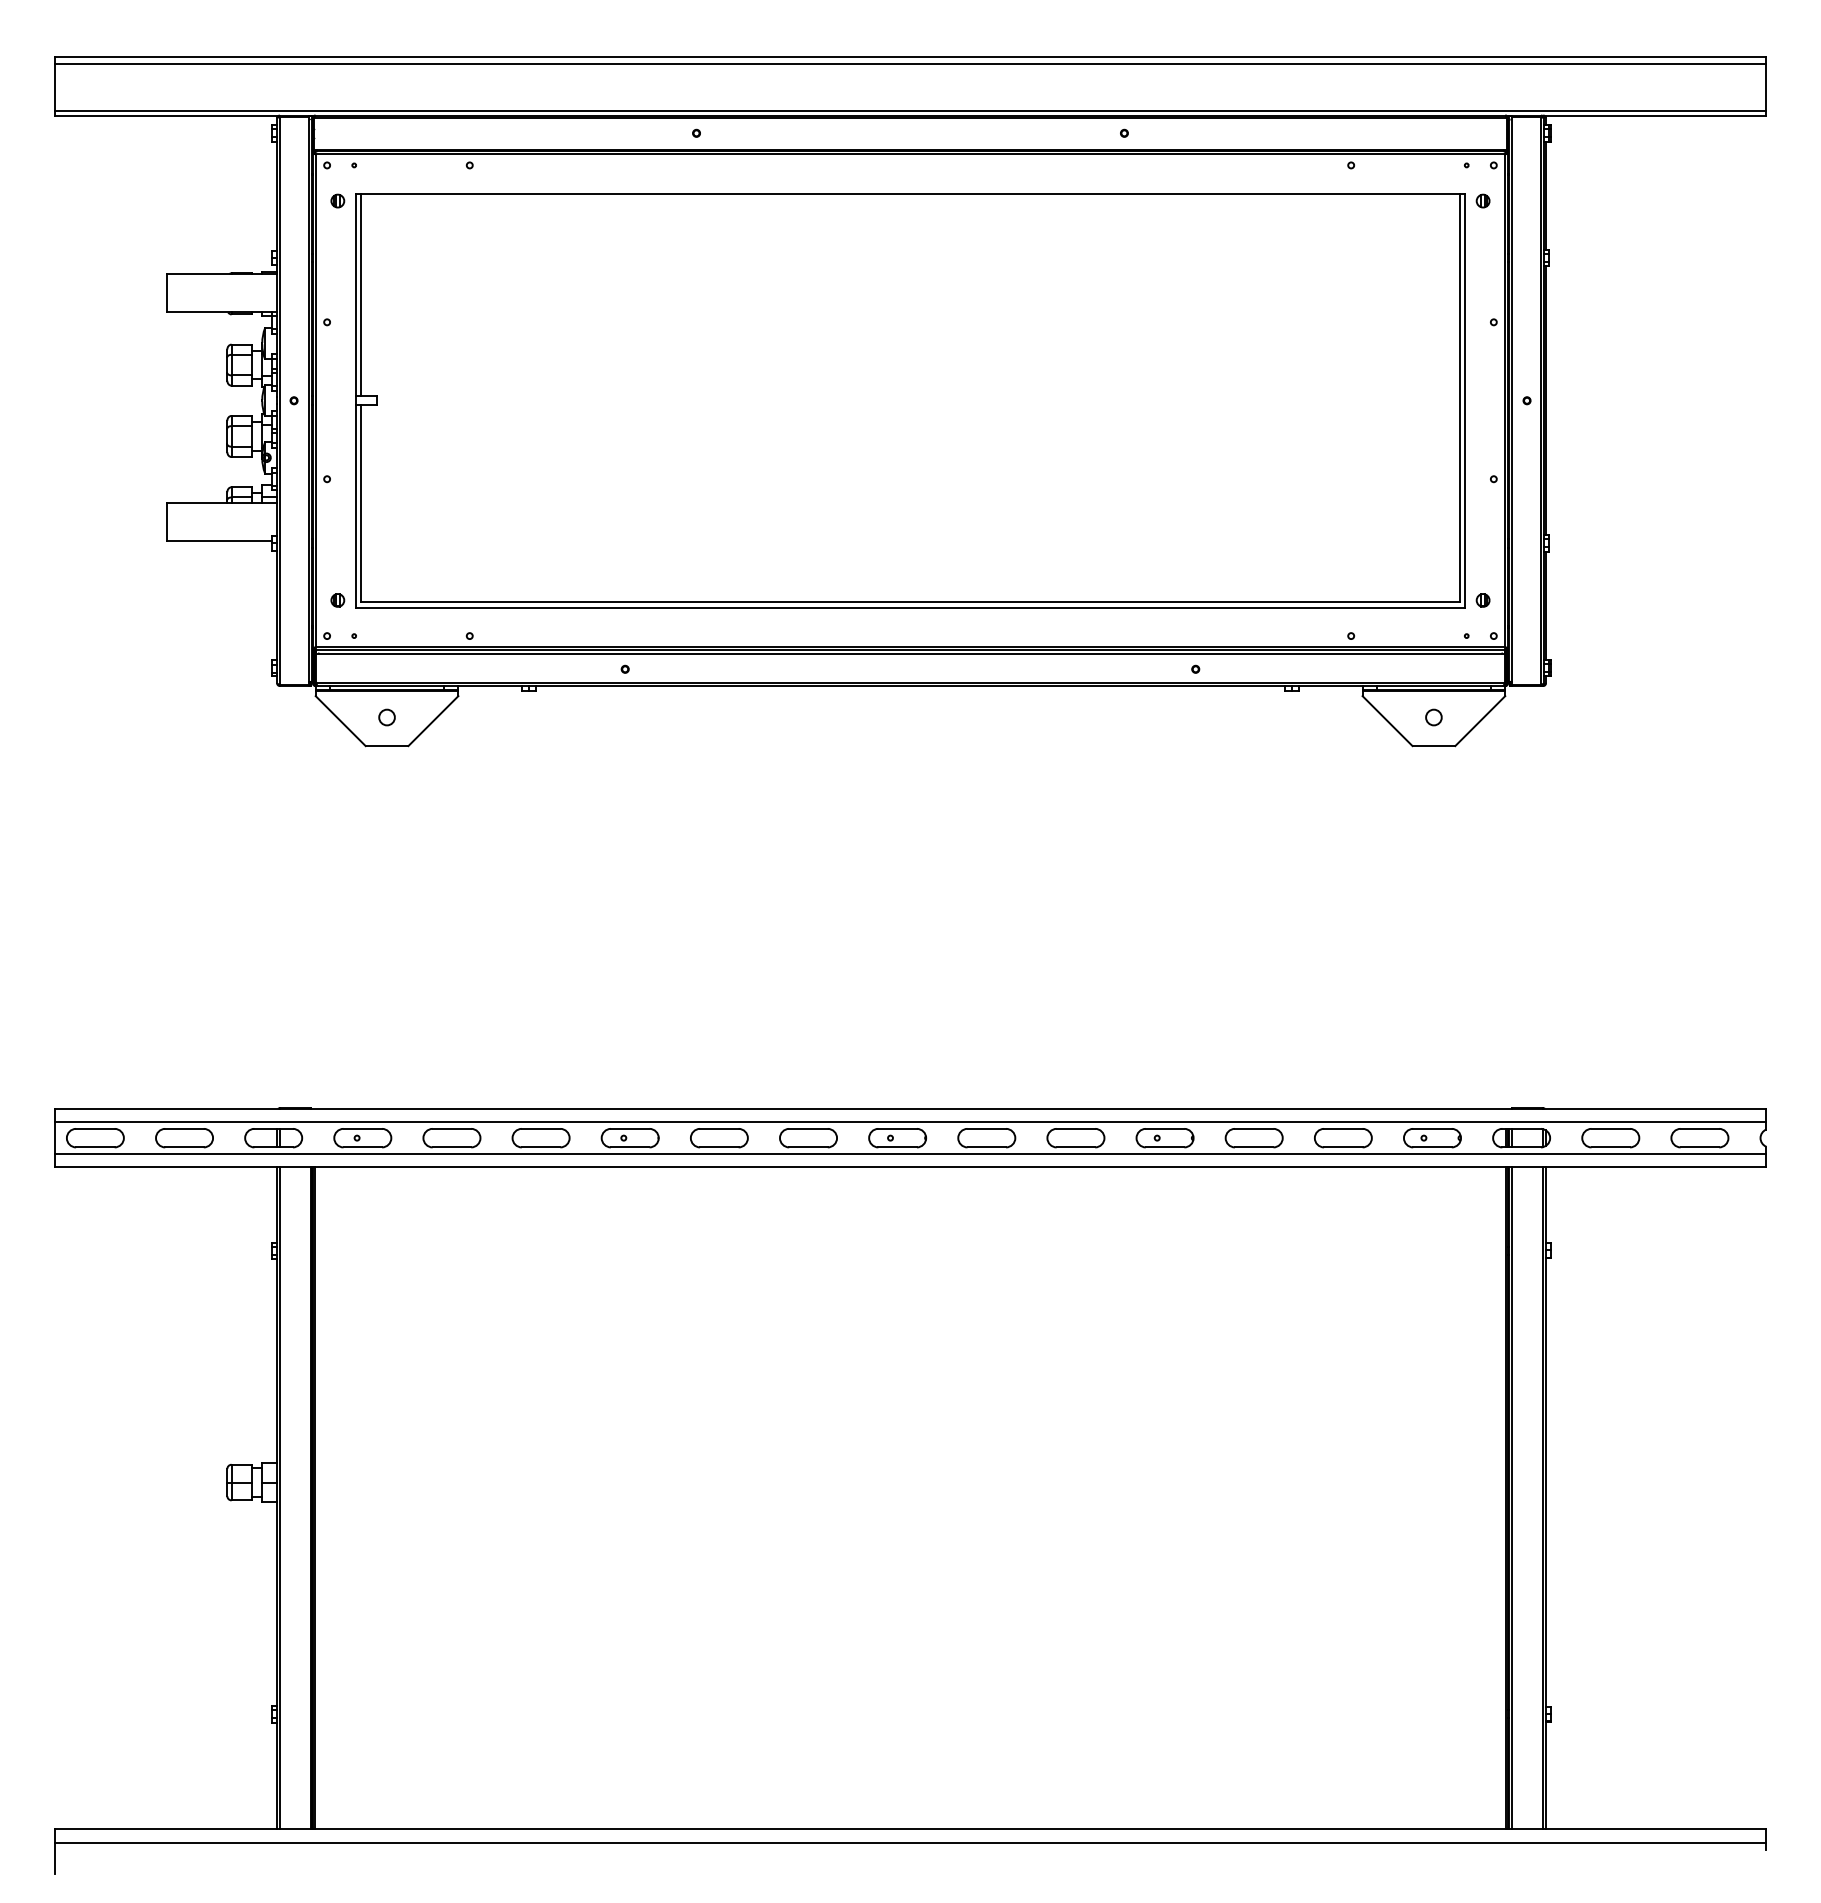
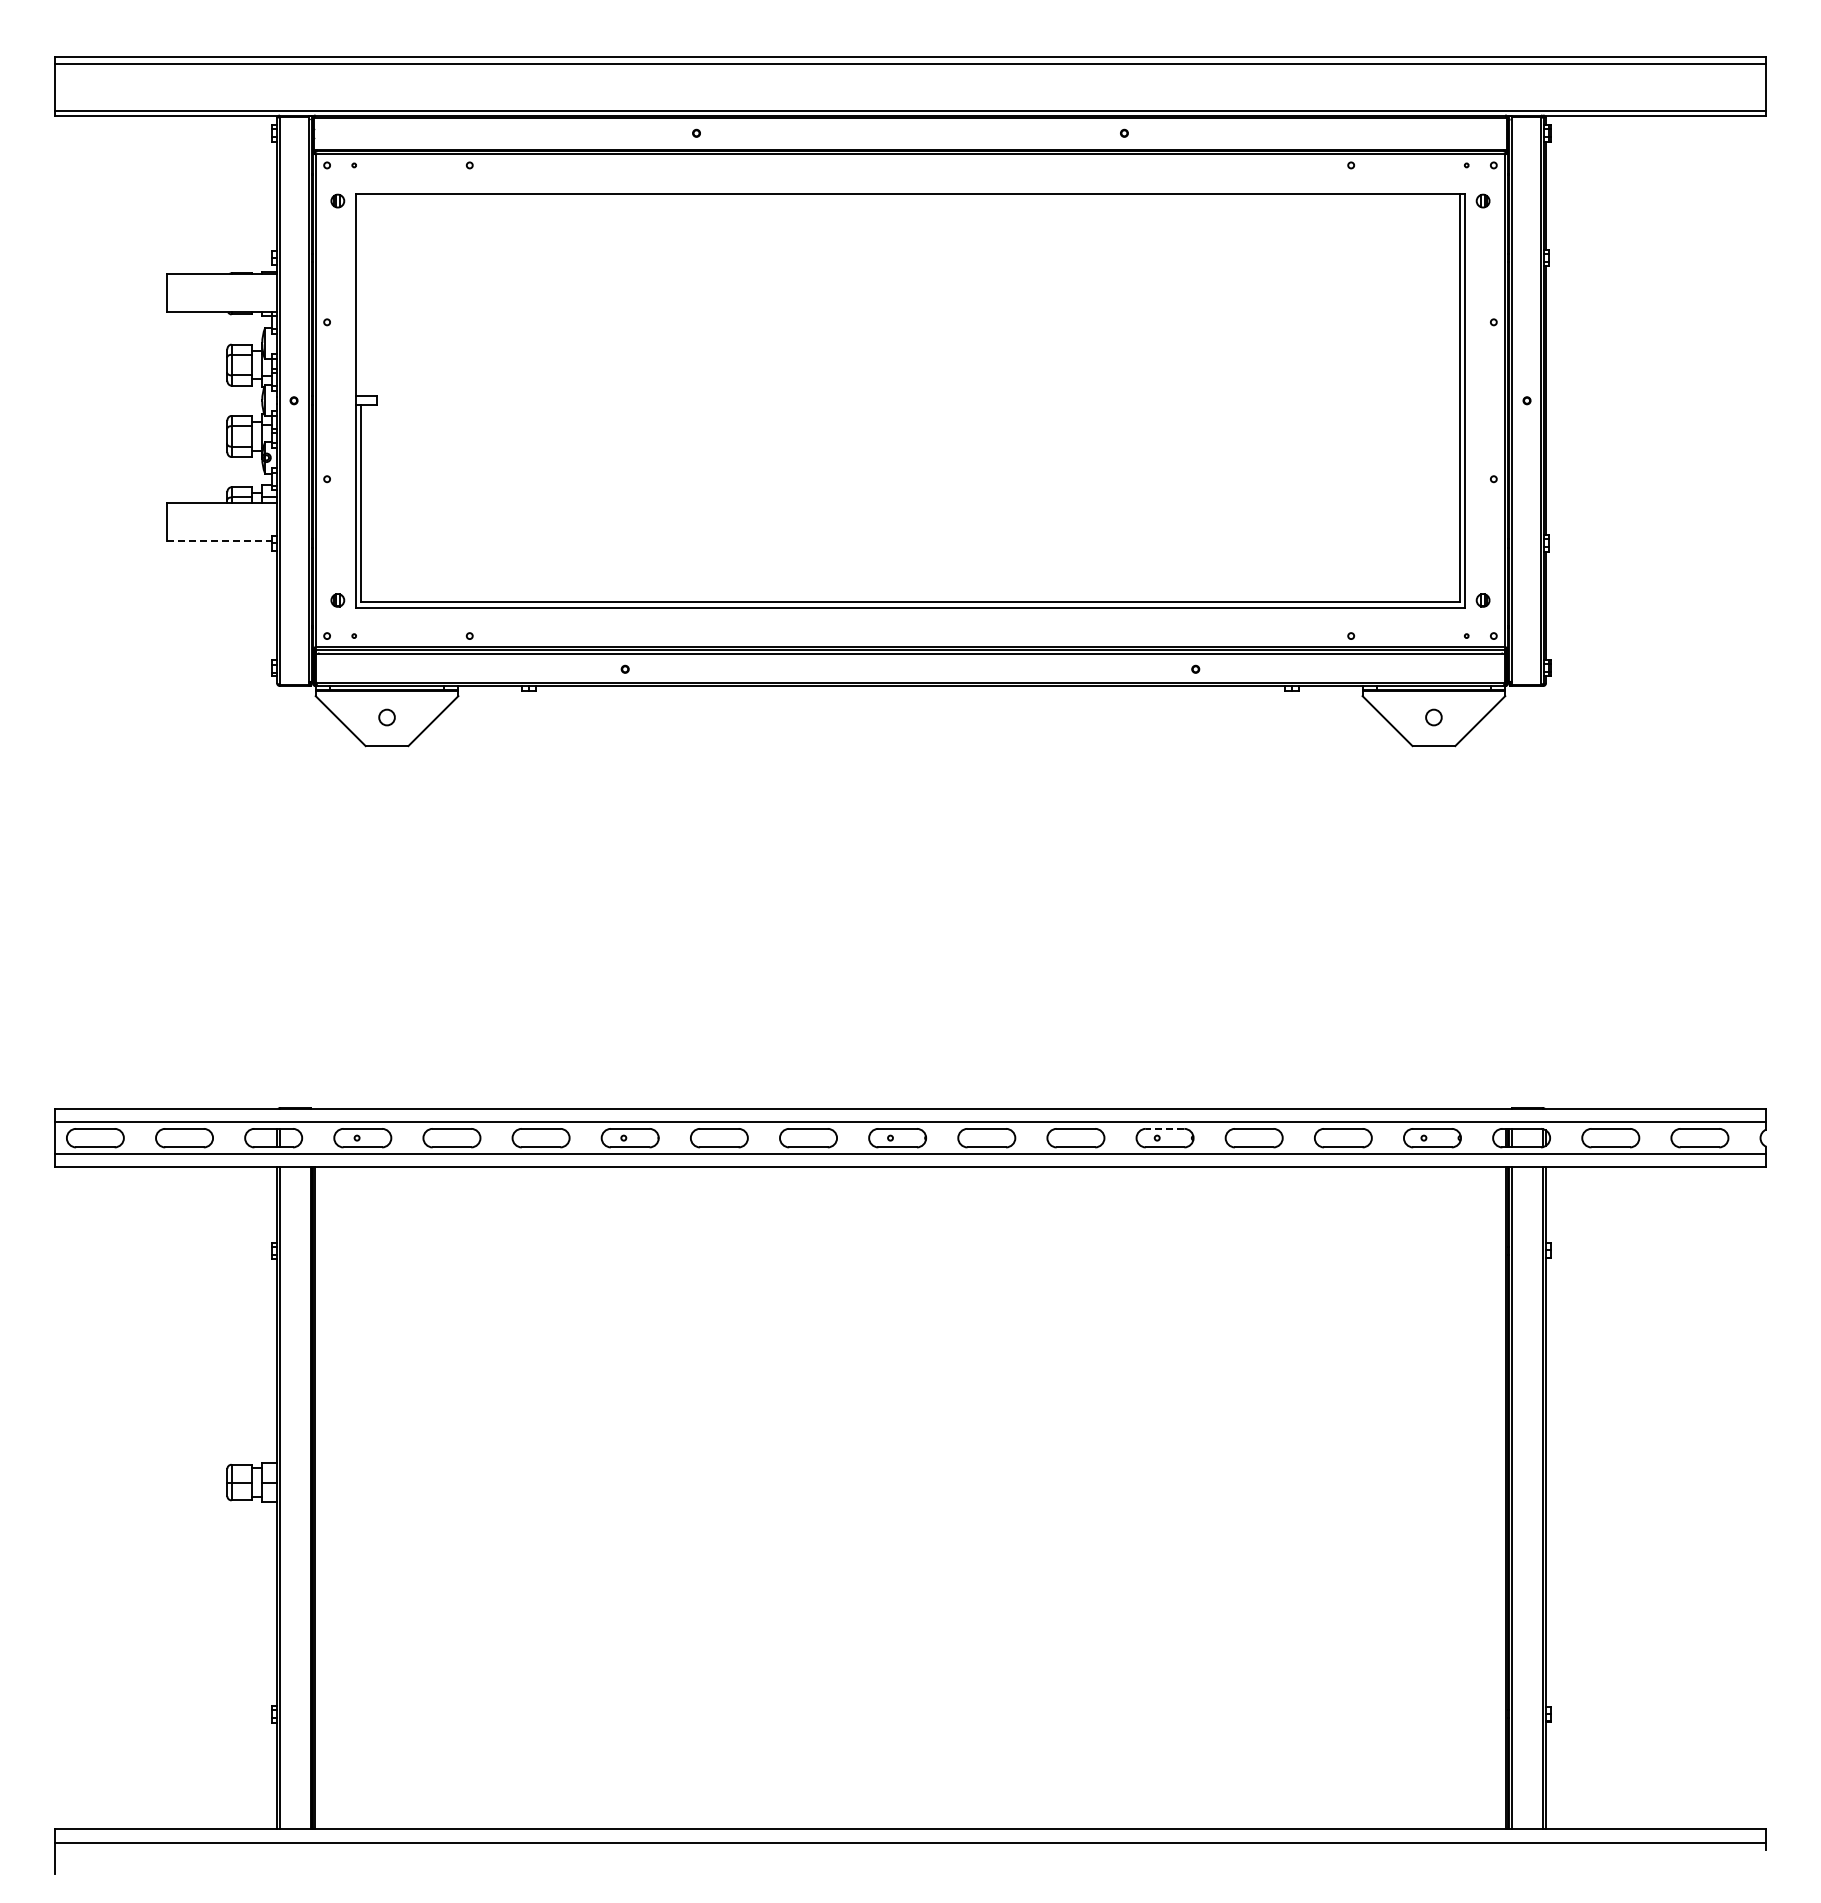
line at (361, 294): present -> none
line at (220, 541): solid -> dashed
line at (1164, 1128): solid -> dashed
